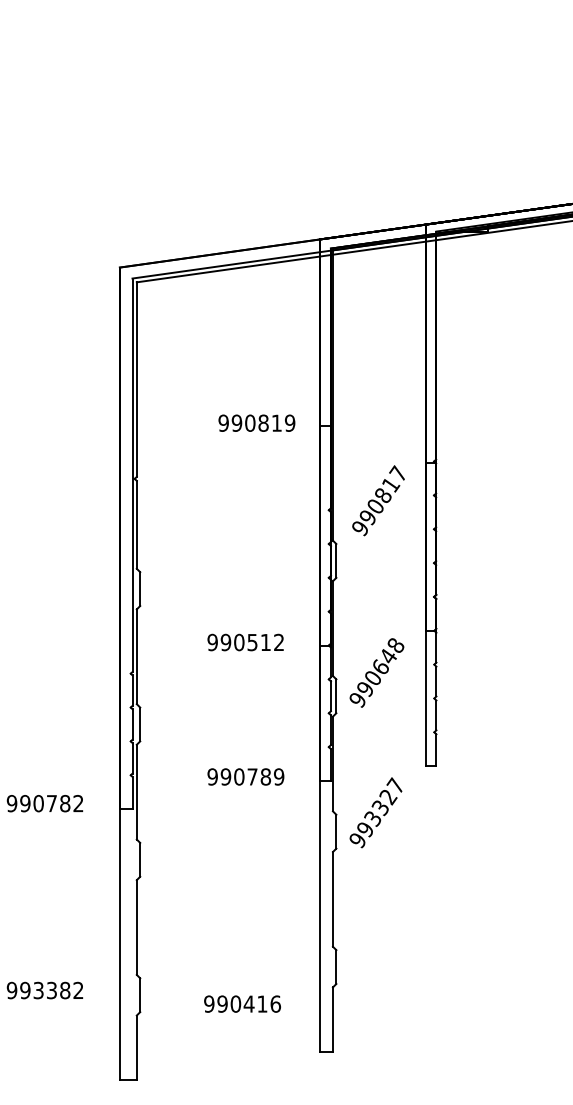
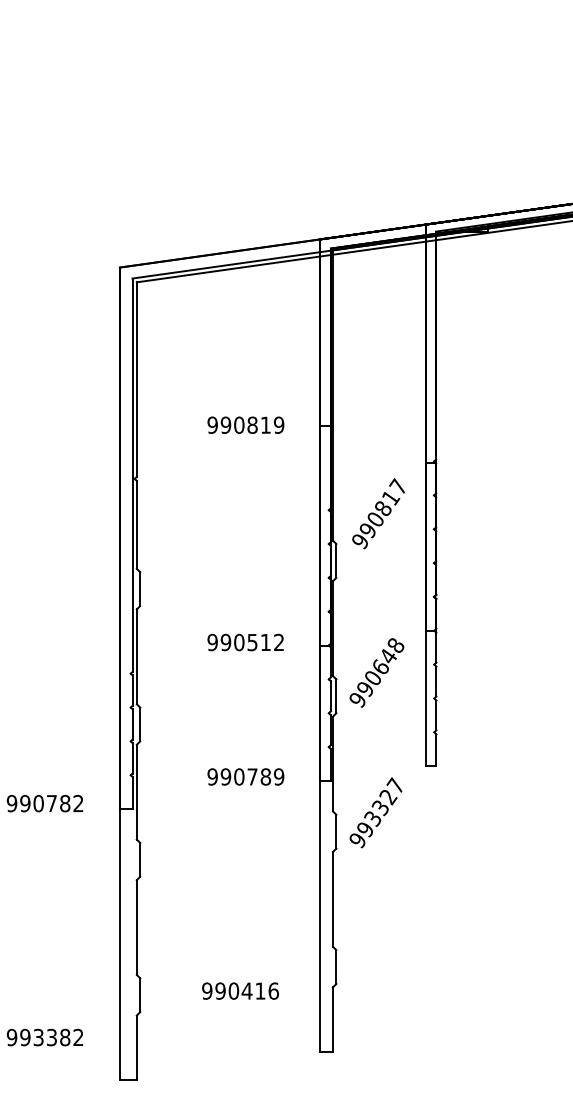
text at (256, 422) position: (256, 422) -> (245, 424)
text at (378, 500) position: (378, 500) -> (378, 513)
text at (44, 990) position: (44, 990) -> (44, 1037)
text at (242, 1003) position: (242, 1003) -> (240, 990)
